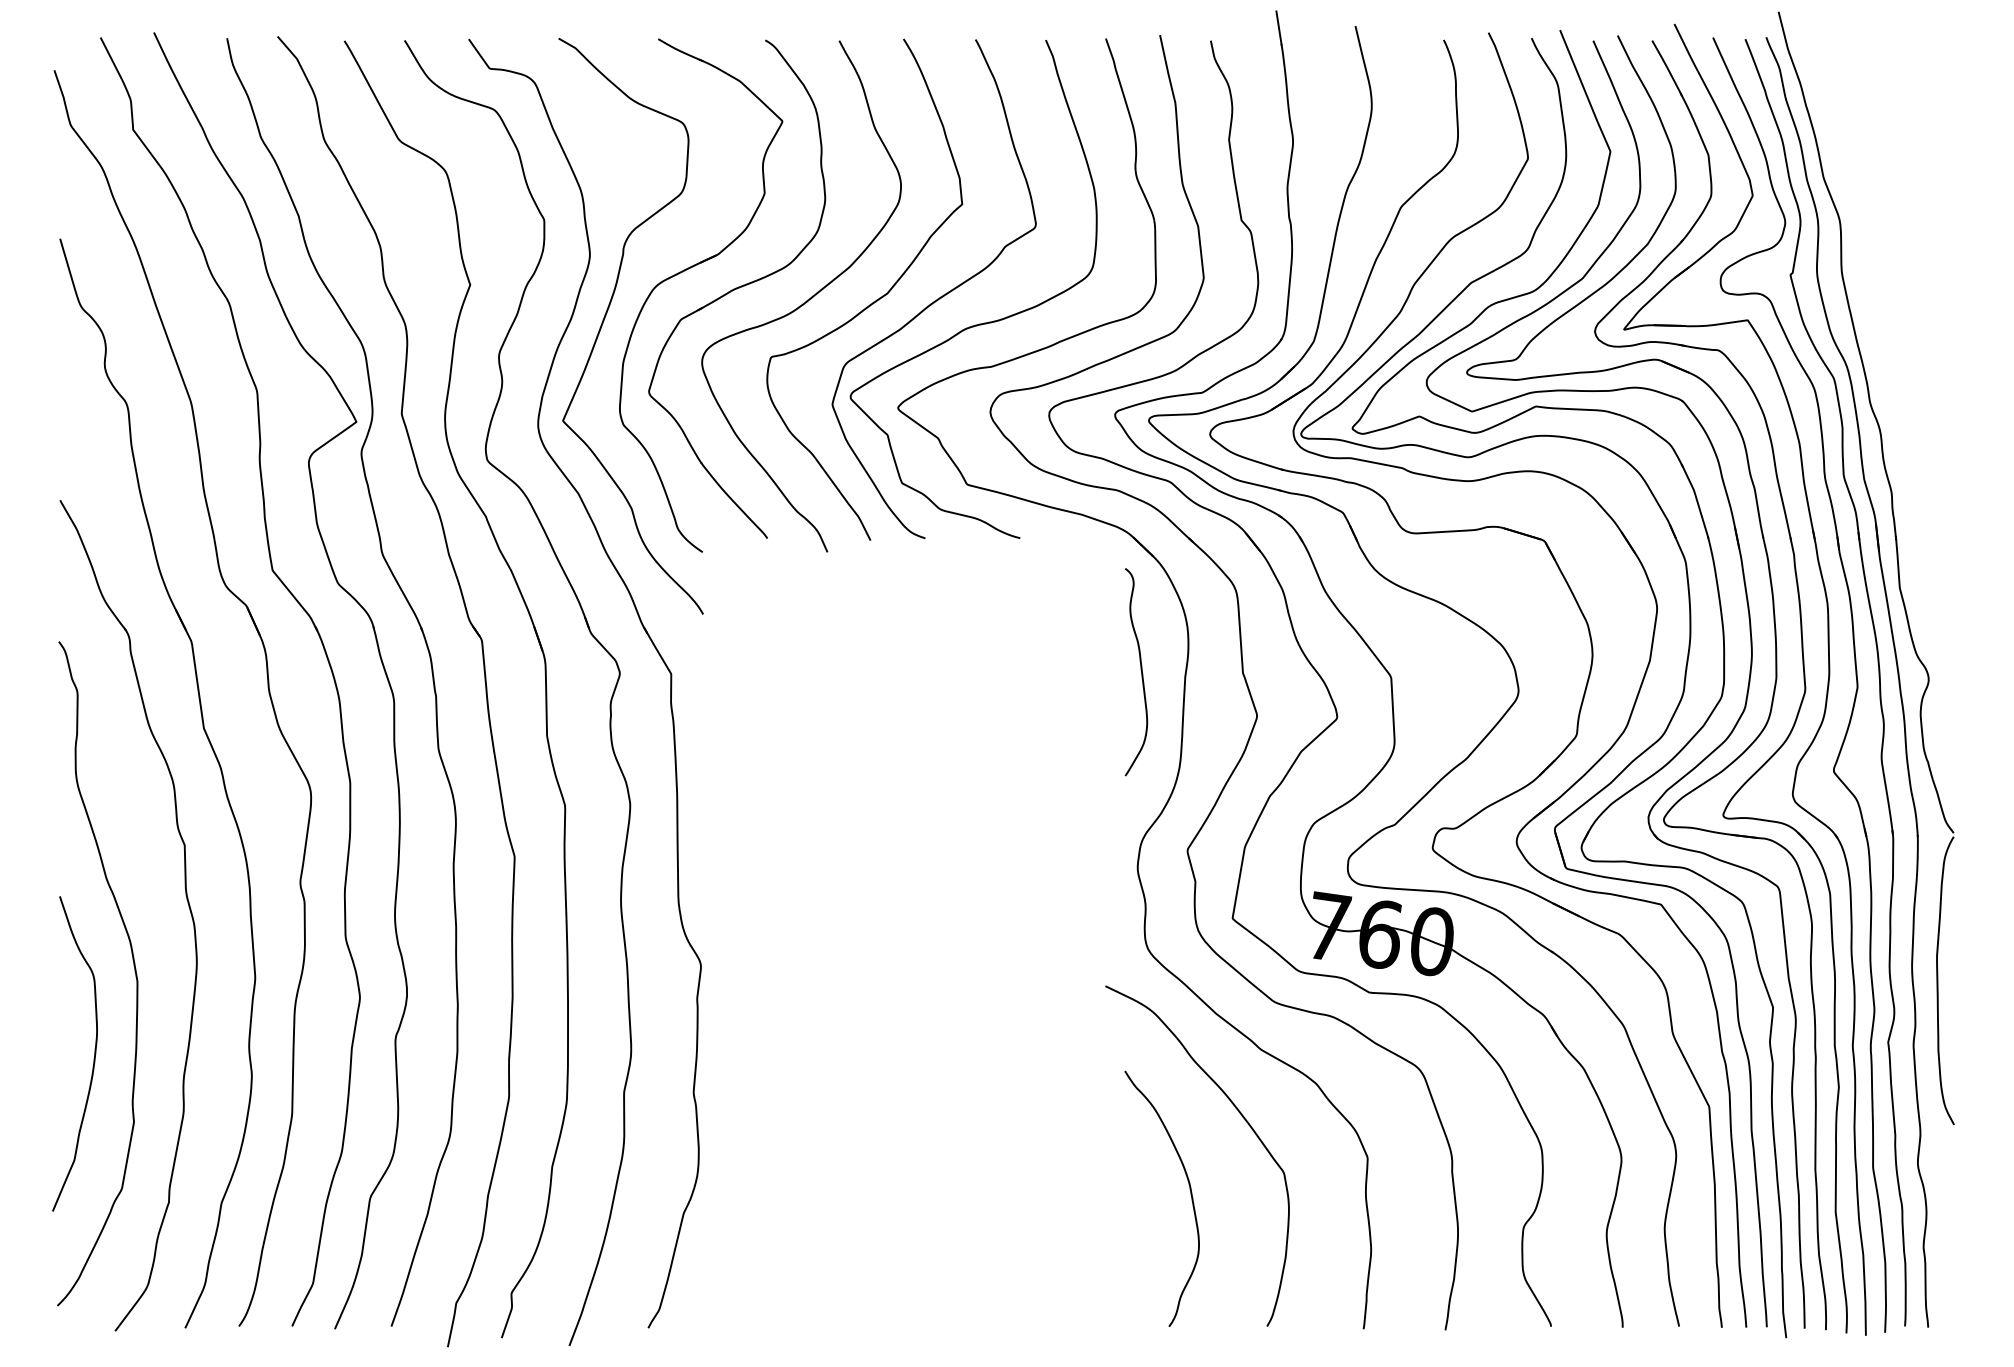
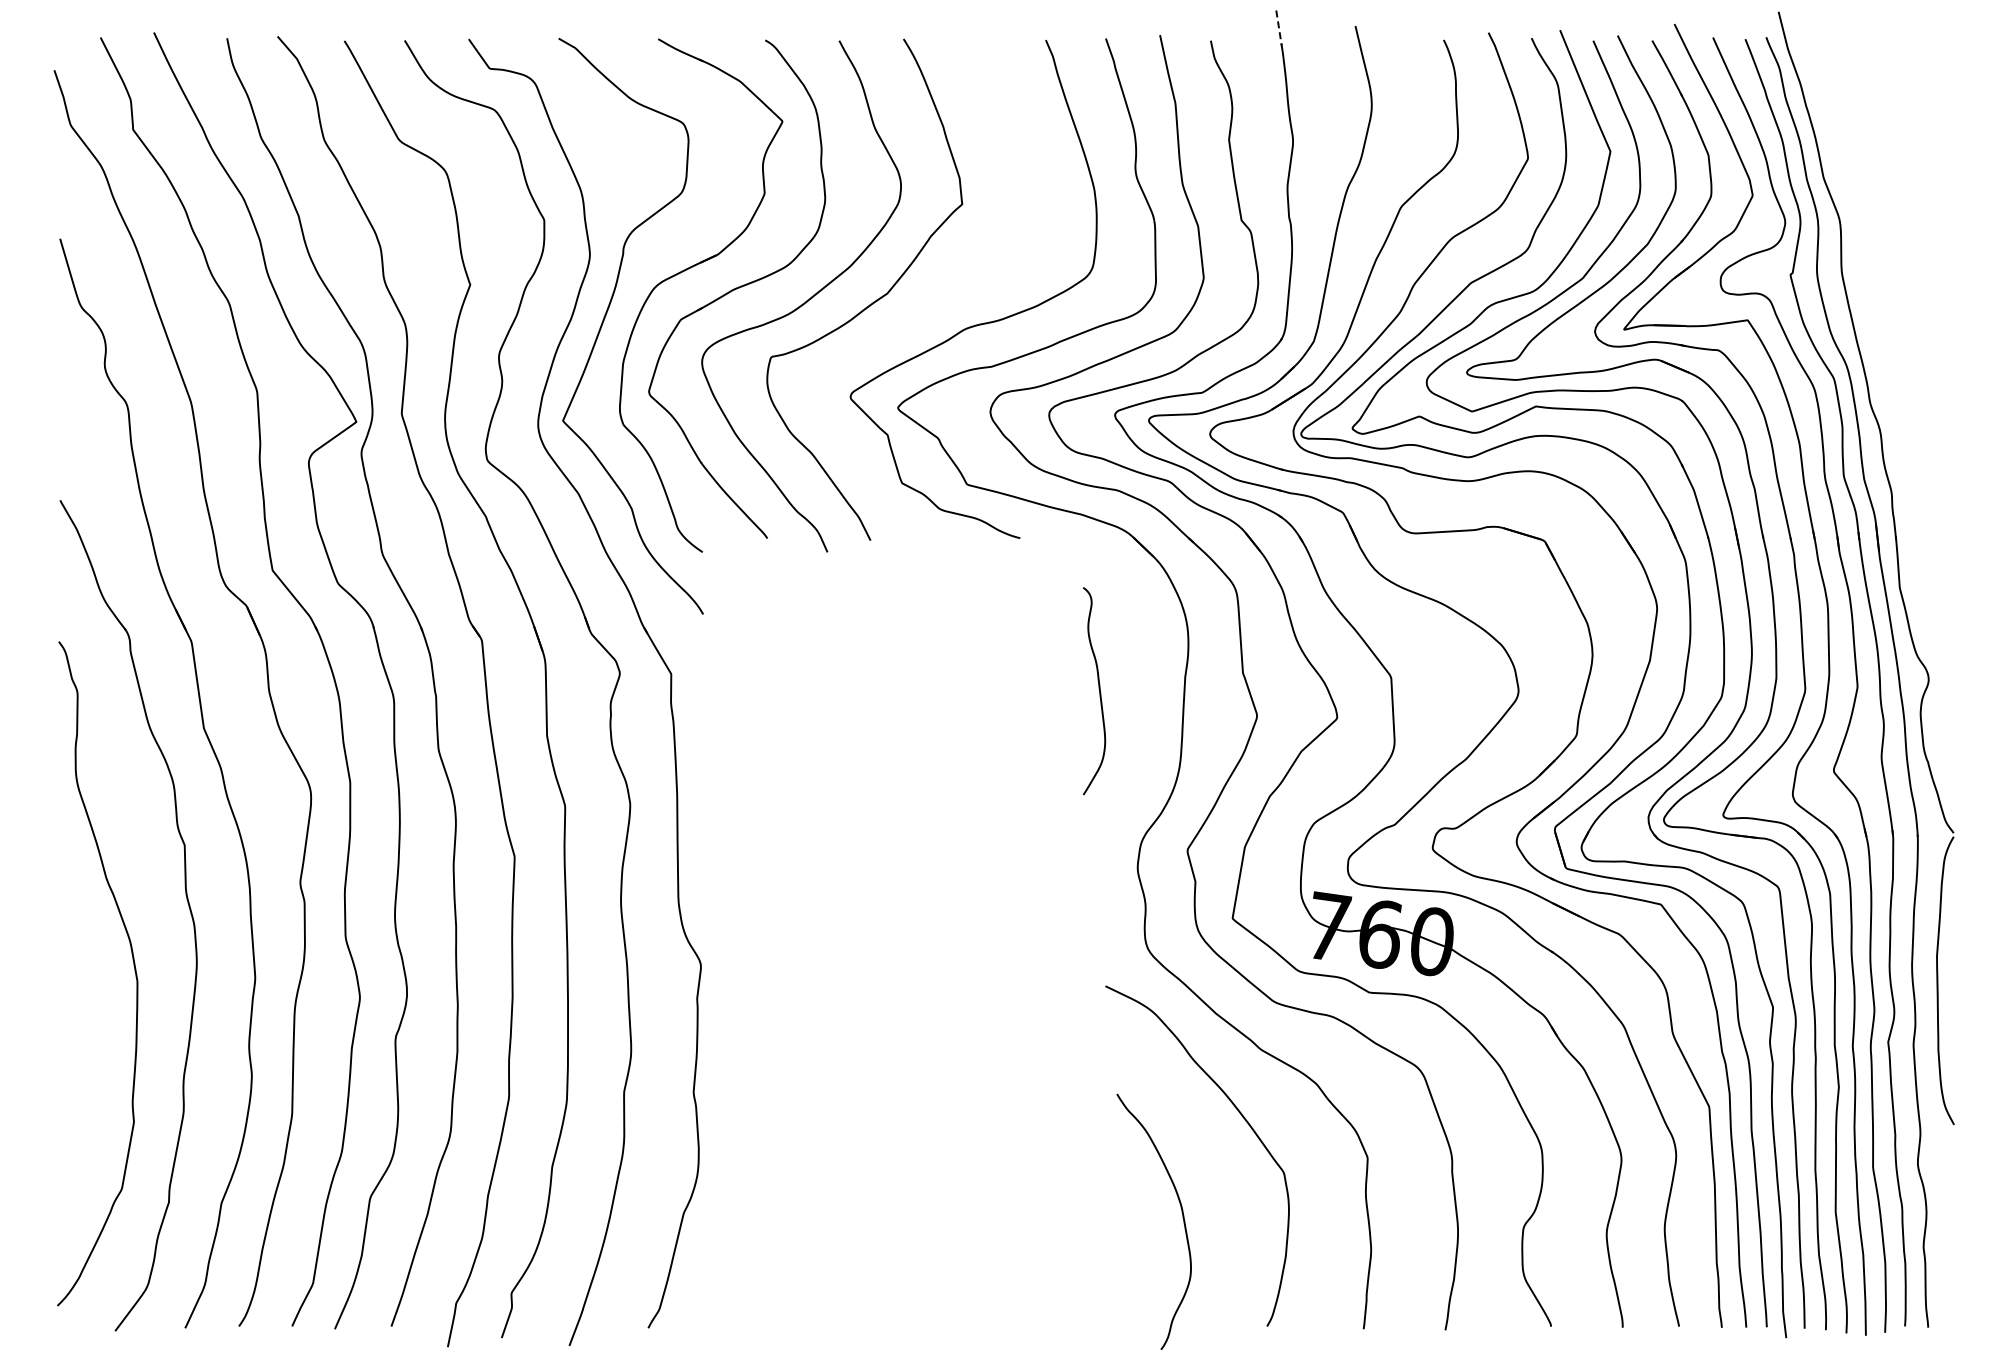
line at (1279, 29): solid -> dashed
curve at (940, 296): present -> none
curve at (1140, 670) position: (1140, 670) -> (1098, 689)
curve at (93, 1058): present -> none
curve at (1190, 1195) position: (1190, 1195) -> (1182, 1218)
